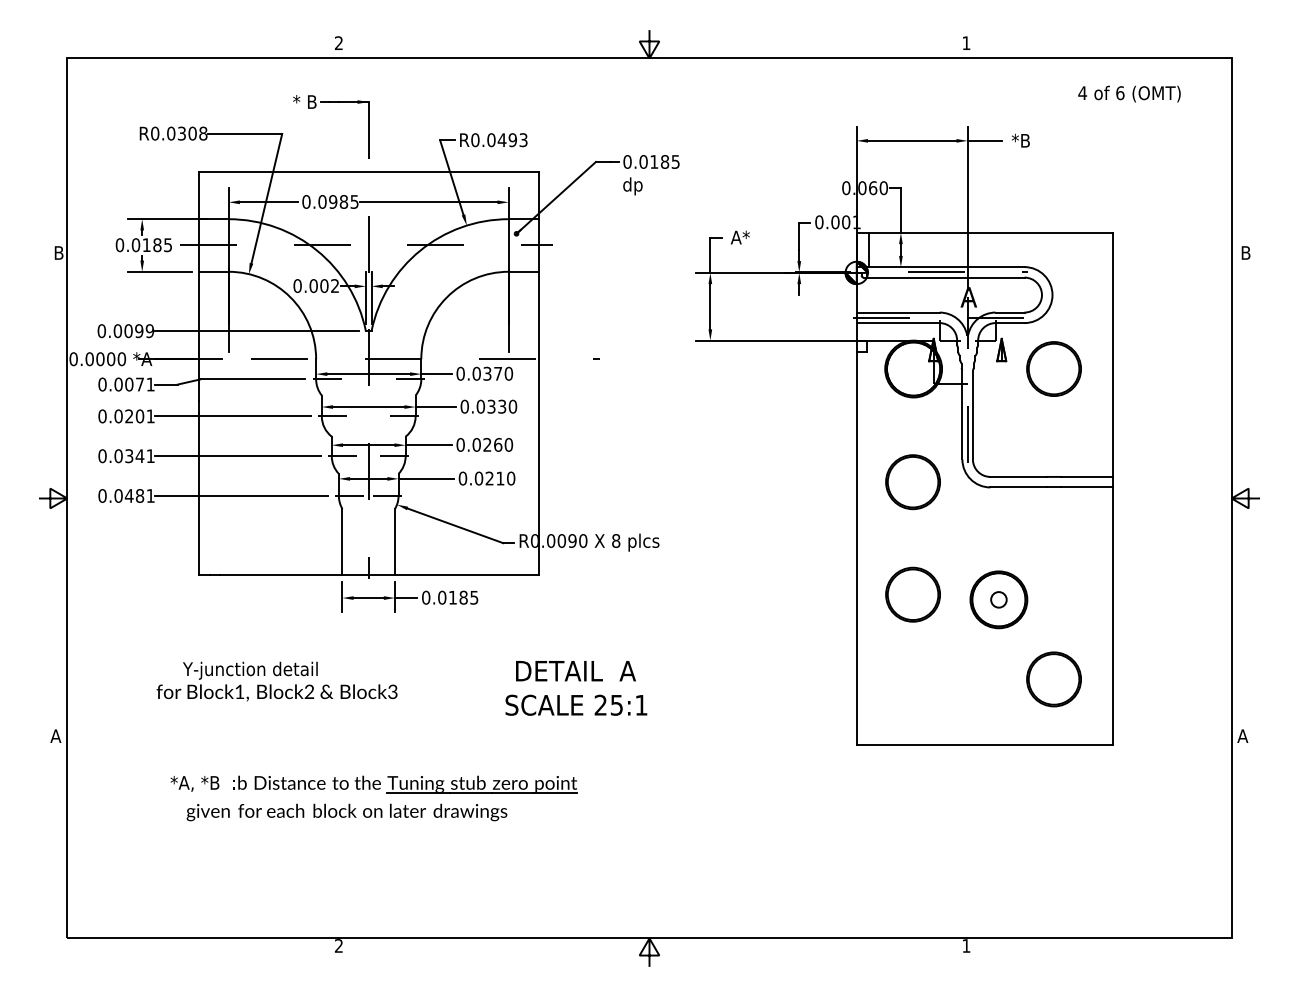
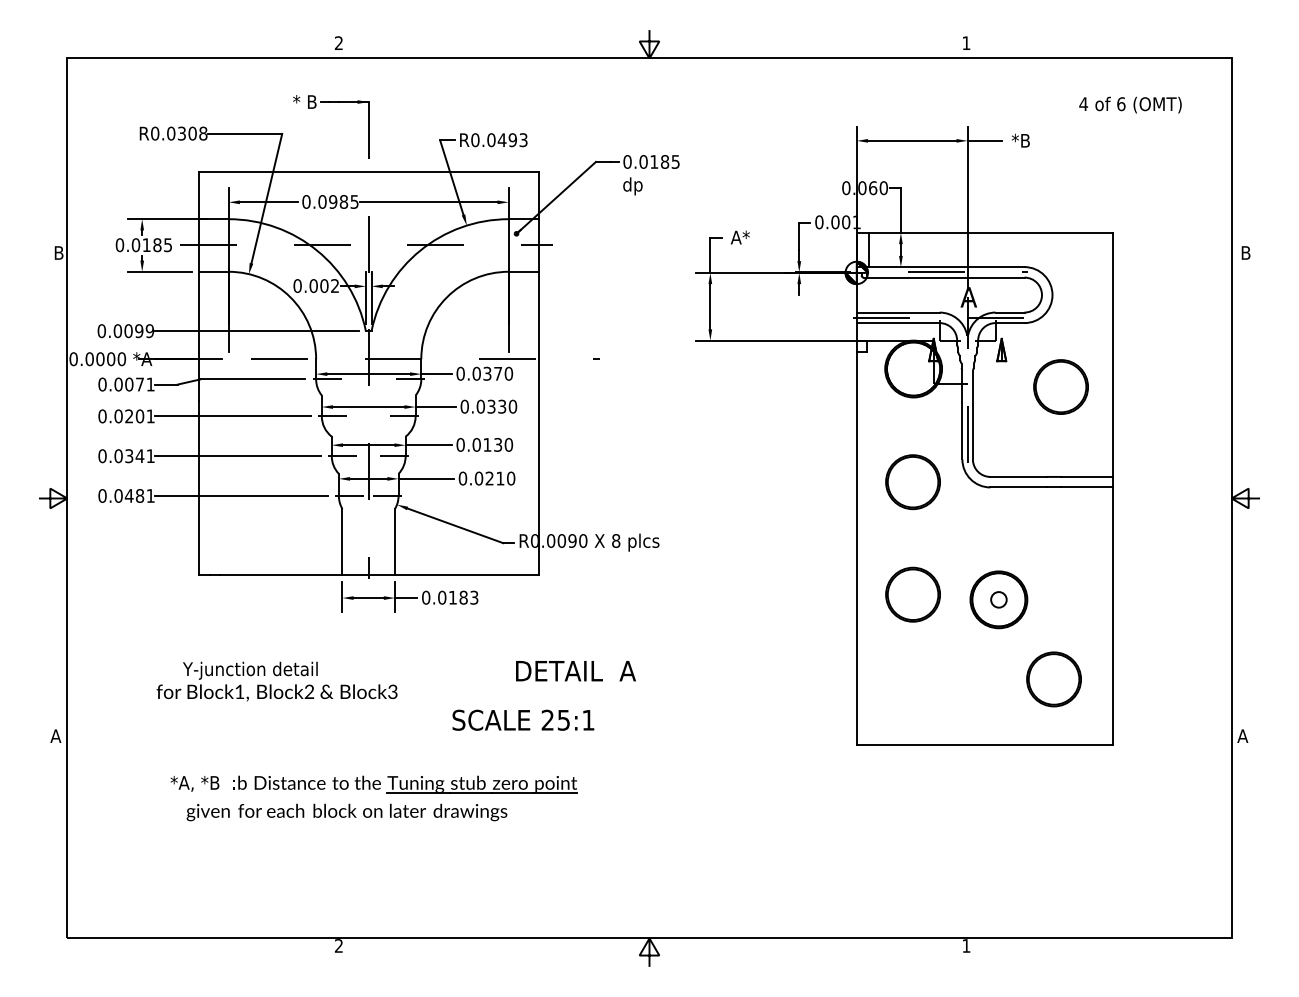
text at (1129, 93) position: (1129, 93) -> (1130, 104)
circle at (1053, 368) position: (1053, 368) -> (1060, 386)
text at (492, 444): 0.0260 -> 0.0130
text at (474, 596): 0.0185 -> 0.0183
text at (576, 704) position: (576, 704) -> (523, 719)
